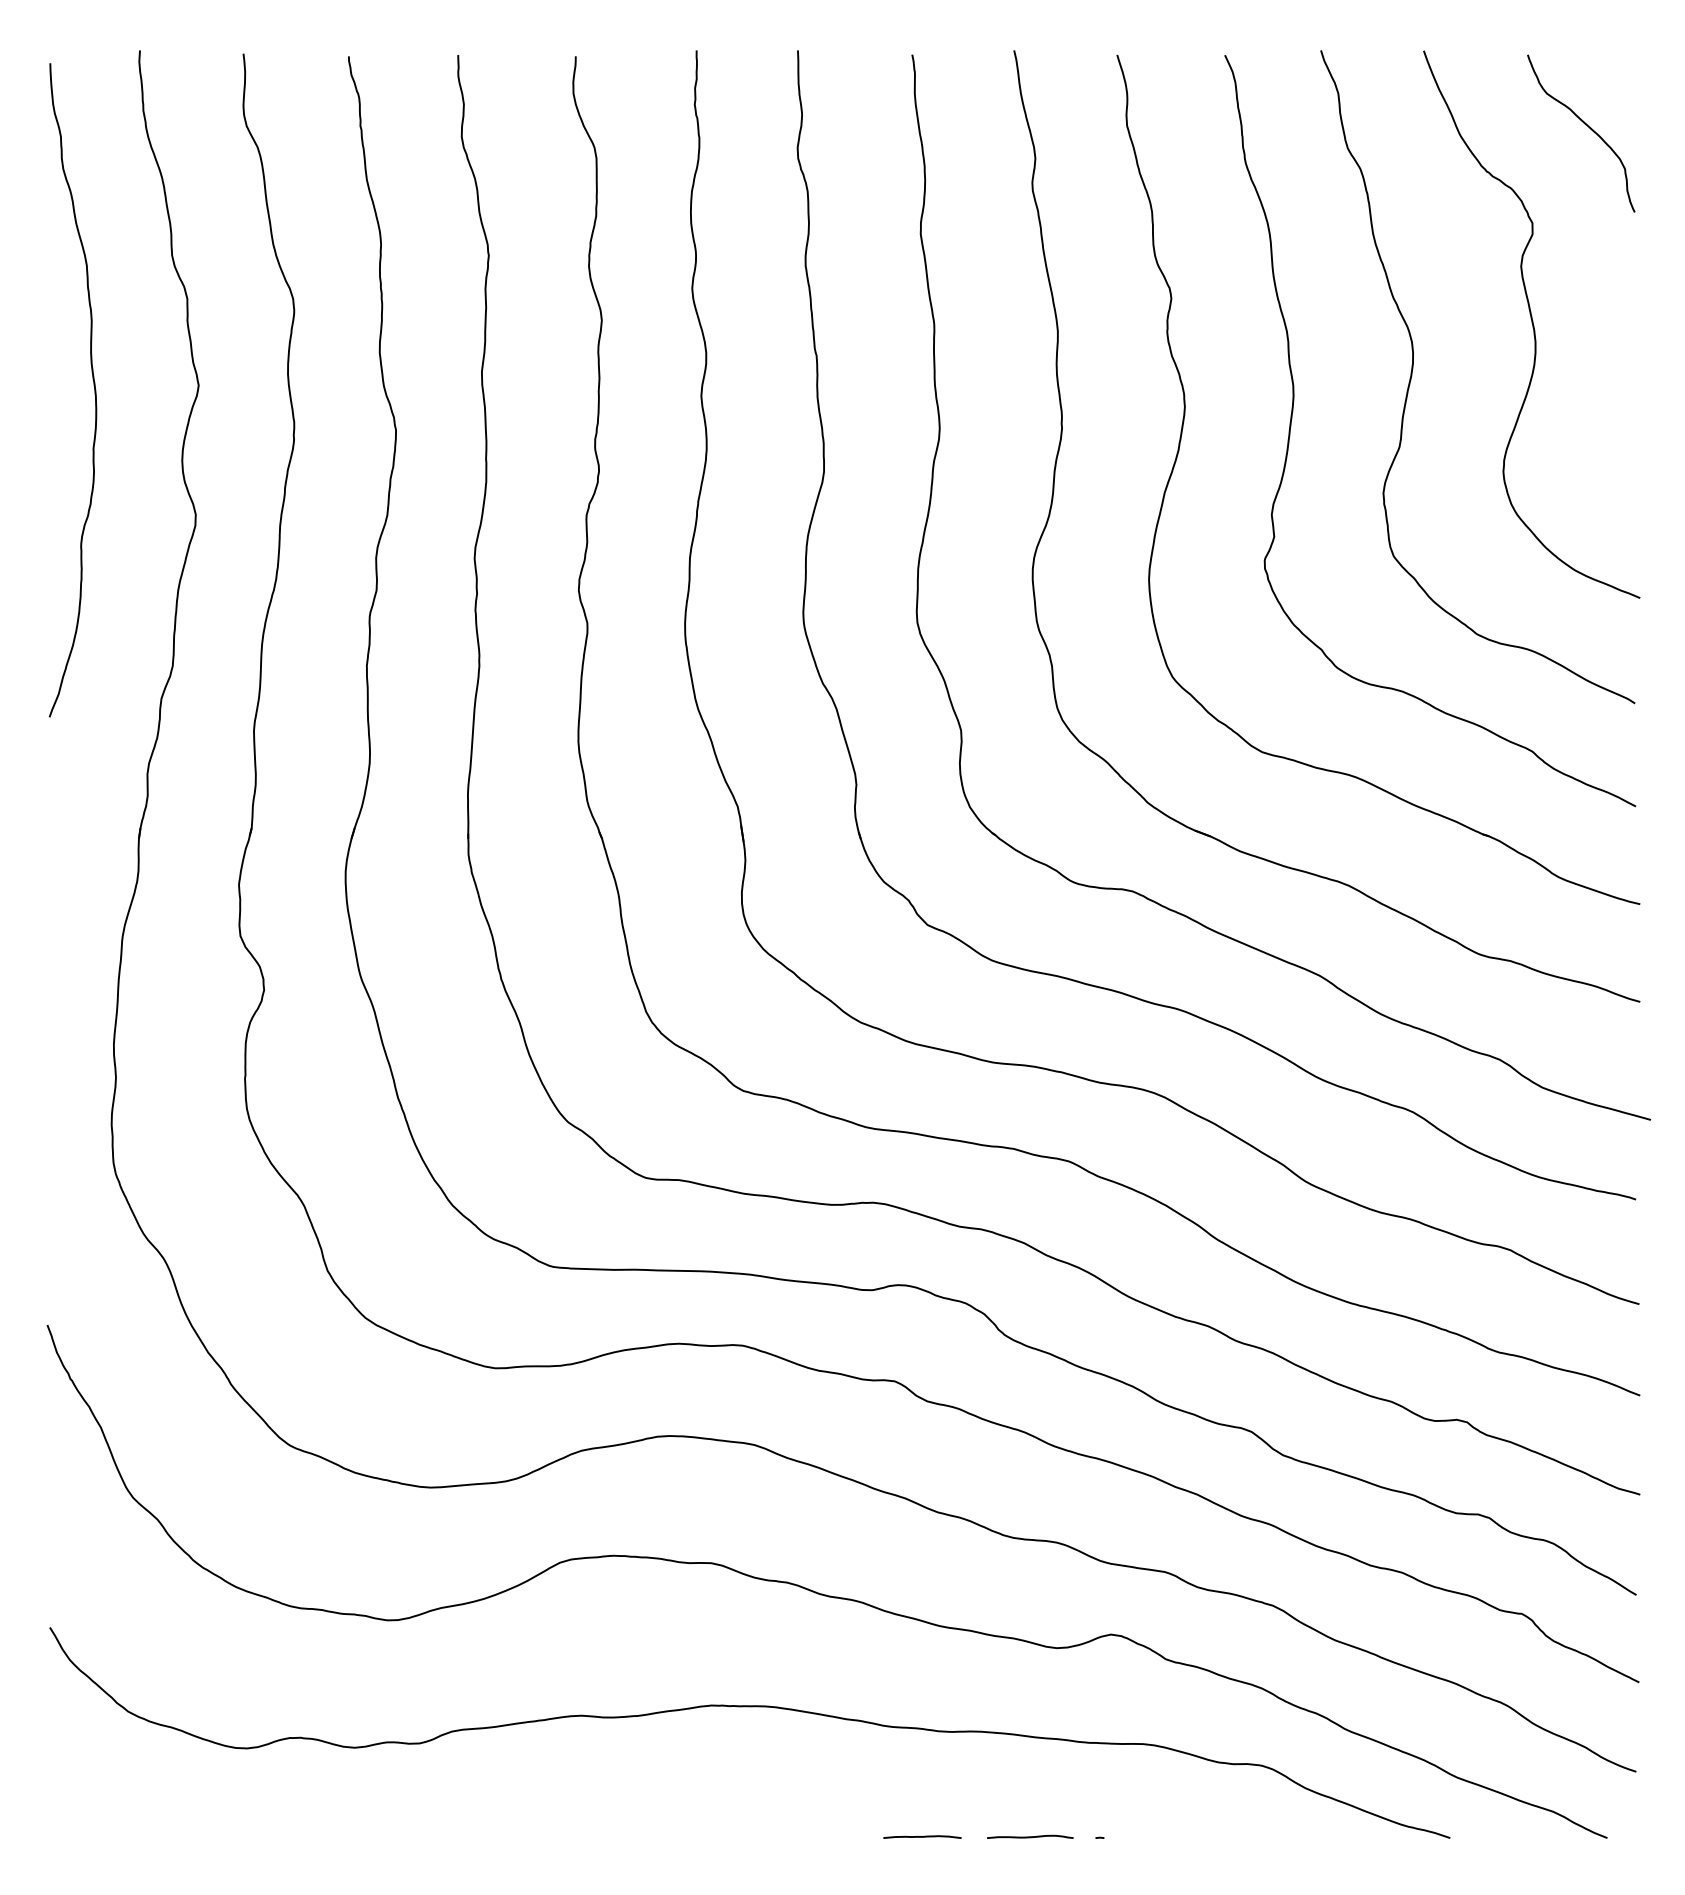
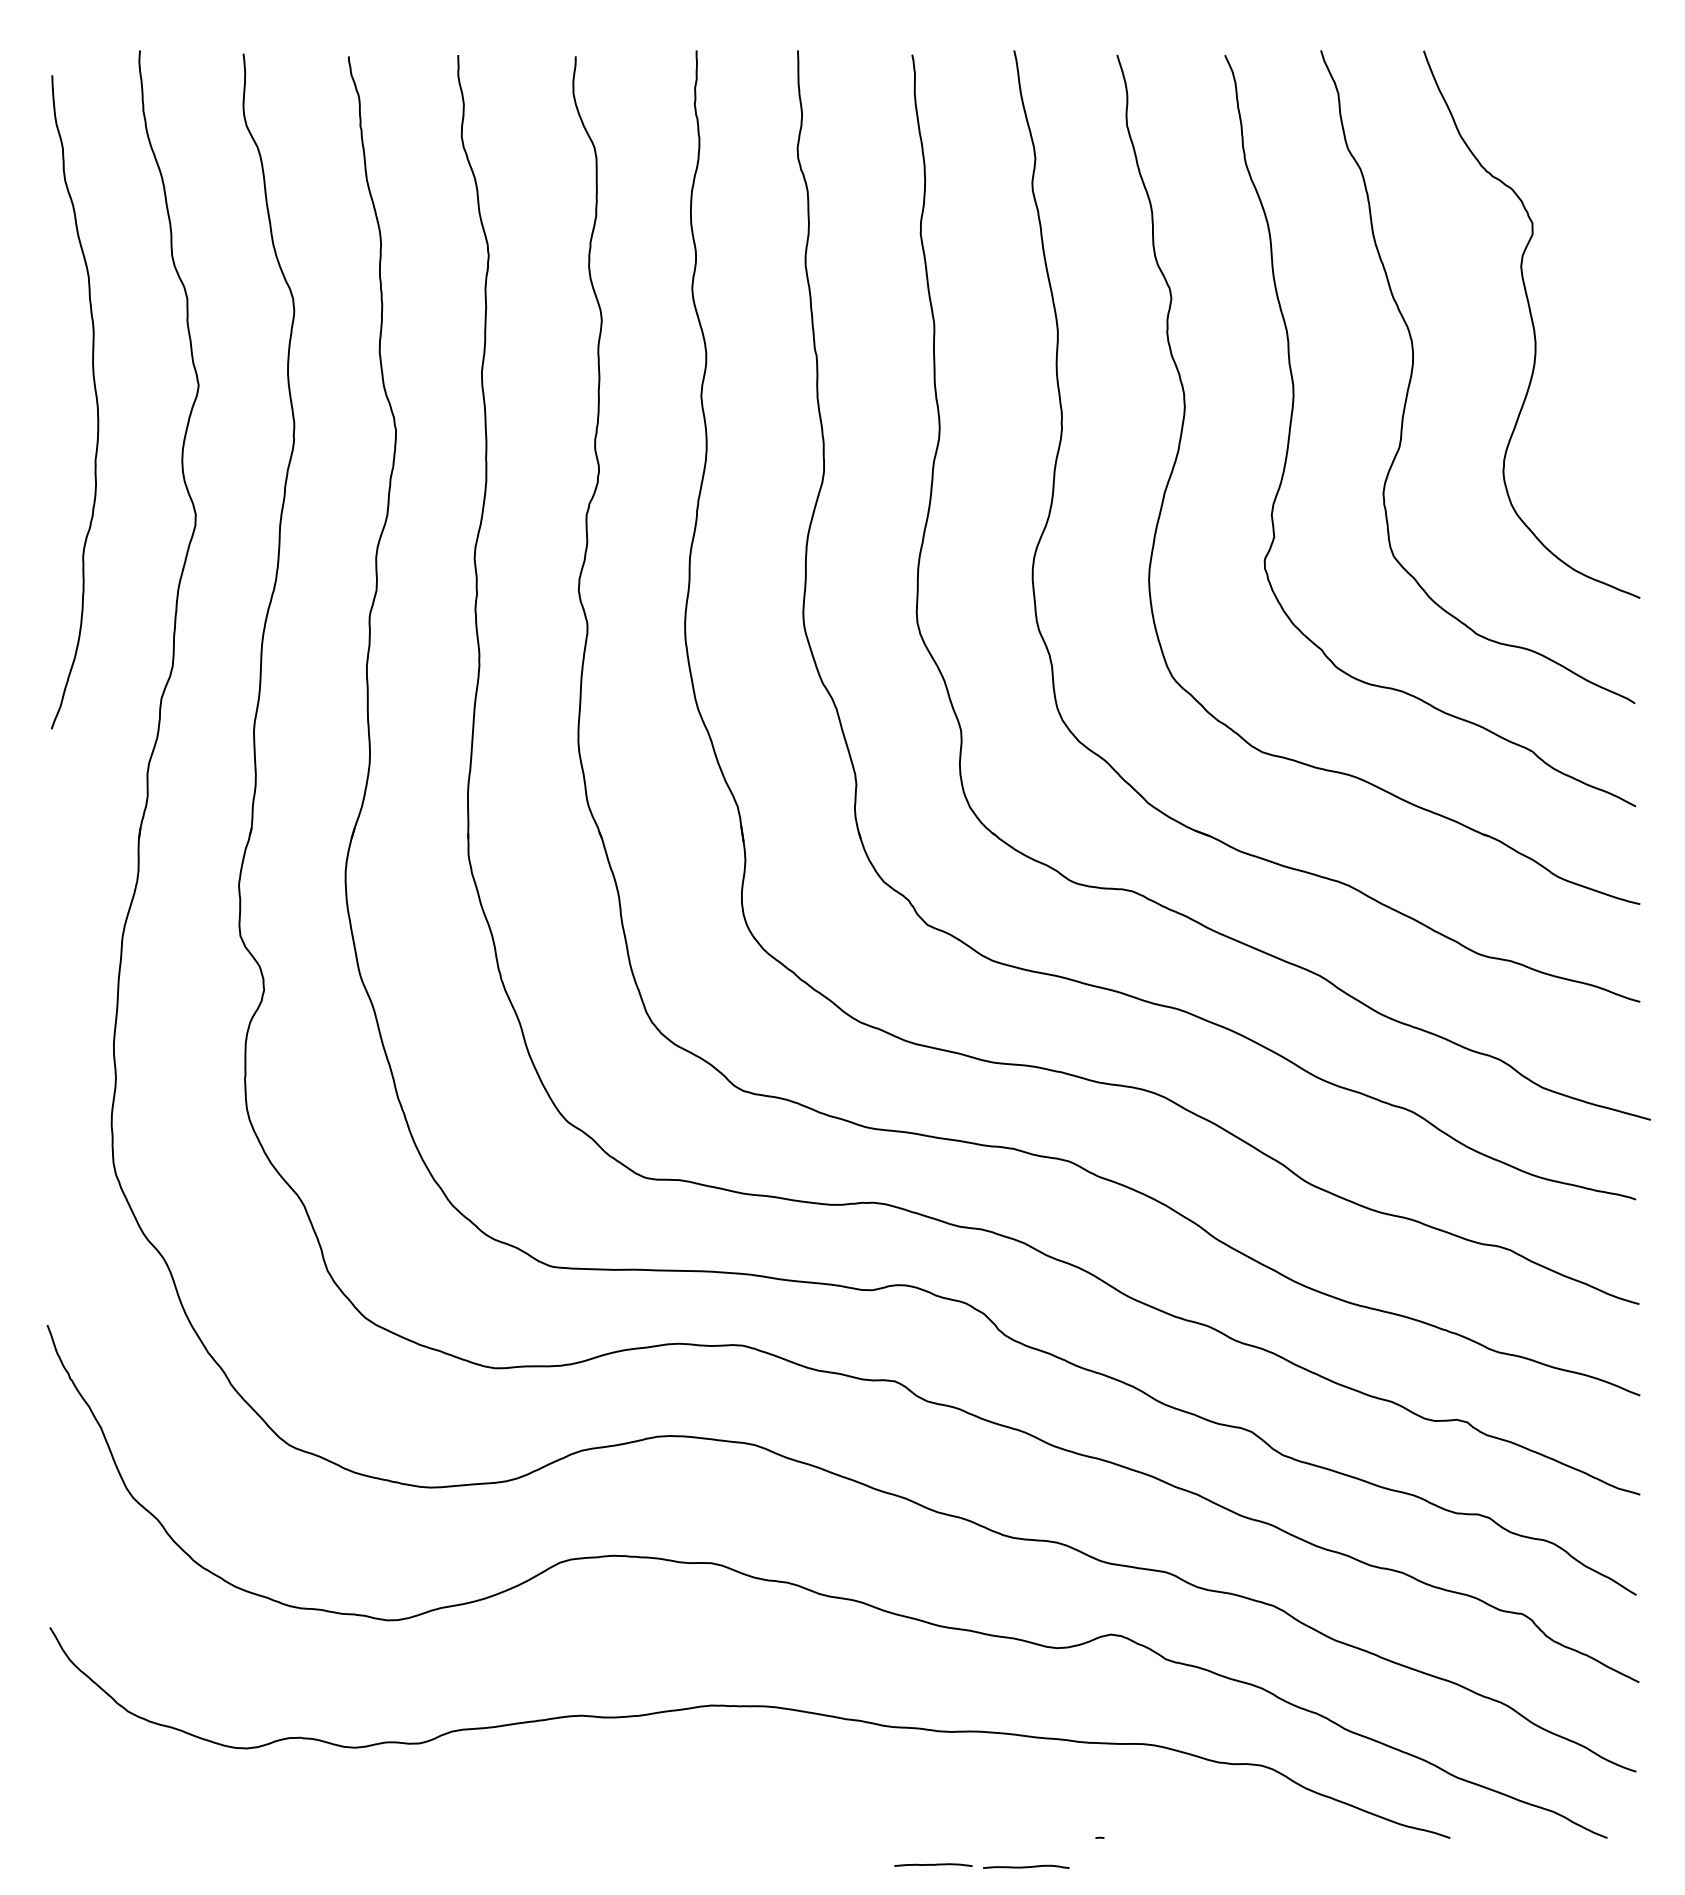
curve at (1585, 125): present -> none
curve at (93, 385) position: (93, 385) -> (95, 397)
curve at (922, 1836) position: (922, 1836) -> (933, 1864)
curve at (1030, 1836) position: (1030, 1836) -> (1026, 1866)
